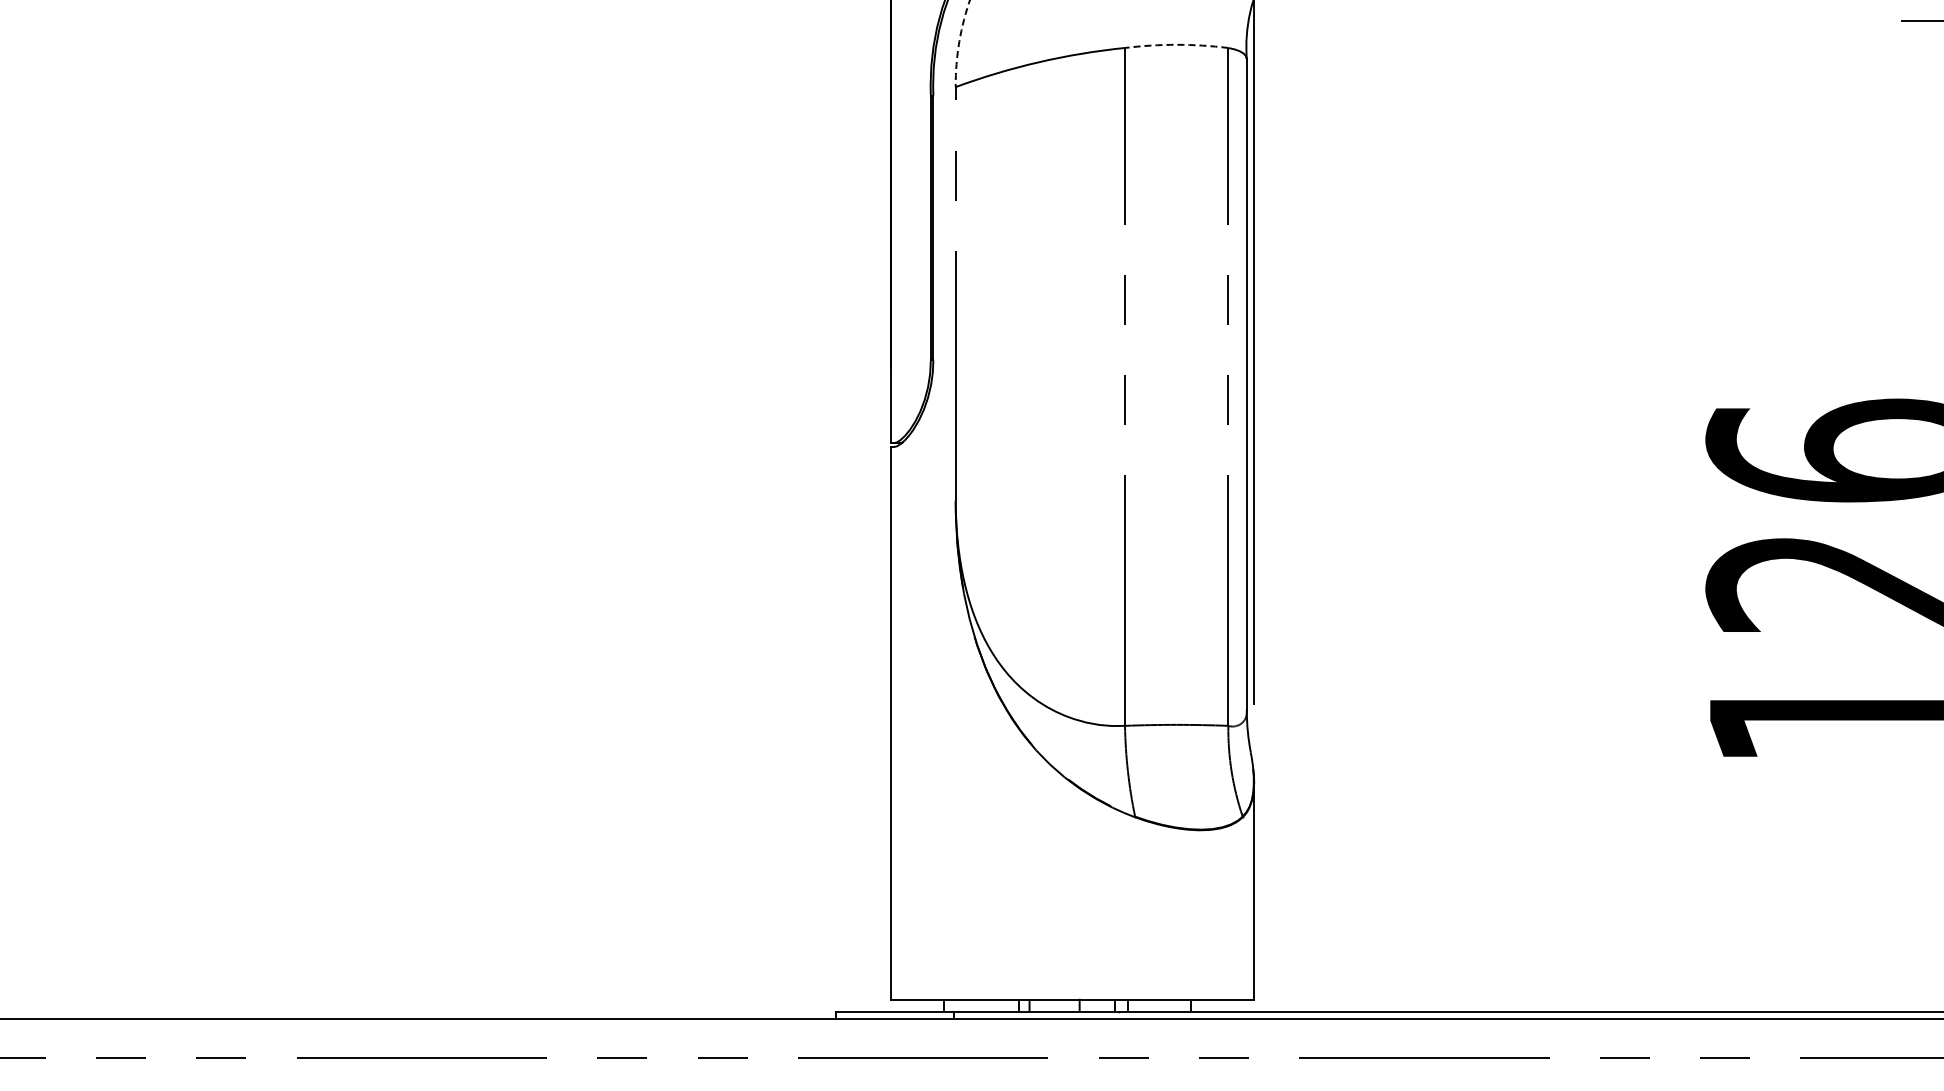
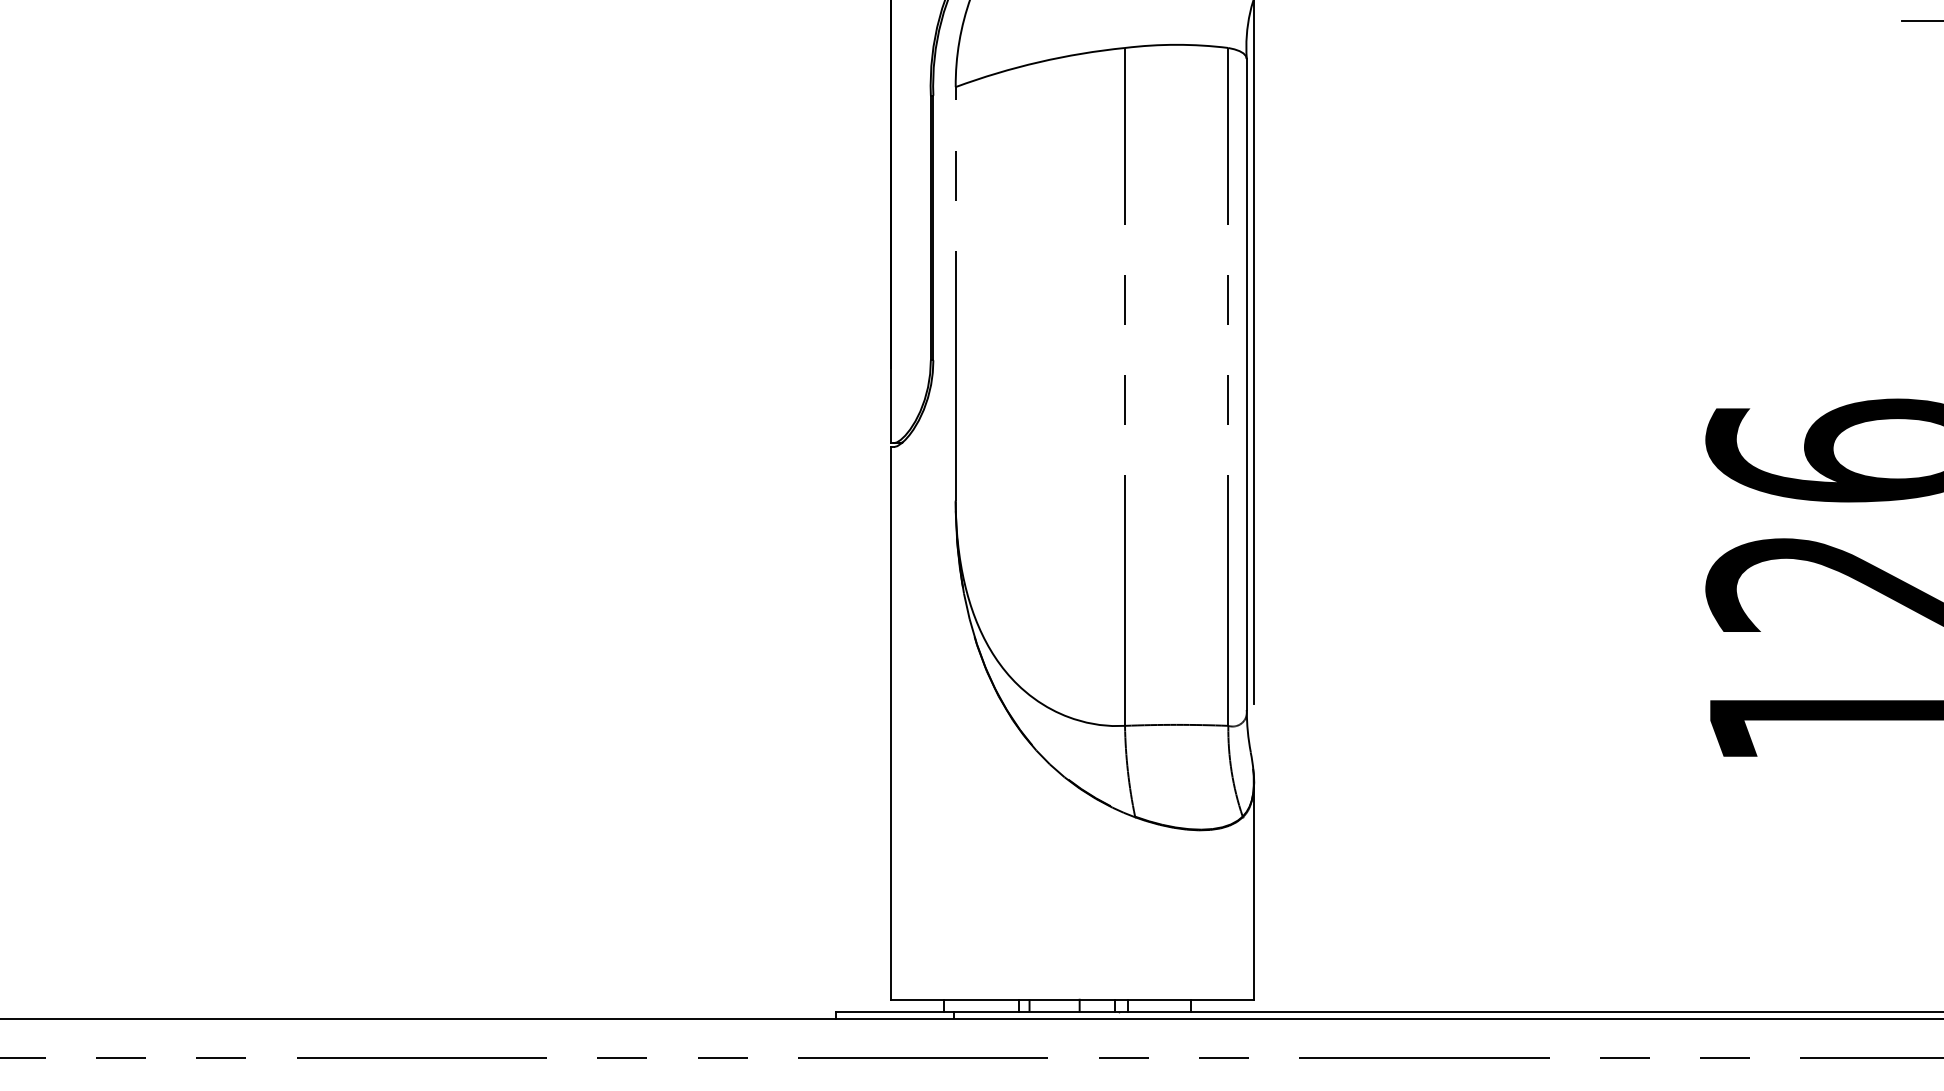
arc at (959, 42): dashed -> solid
arc at (1176, 44): dashed -> solid
